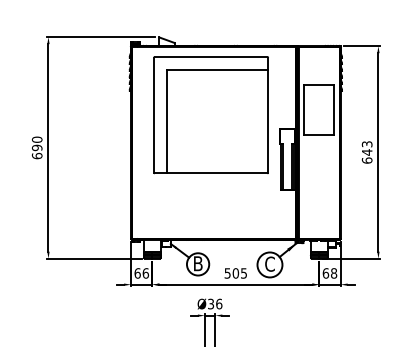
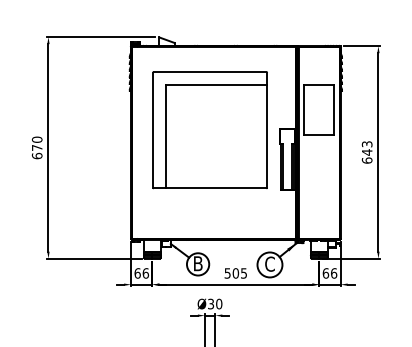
part at (210, 115) position: (210, 115) -> (209, 130)
text at (36, 147): 690 -> 670
text at (334, 273): 68 -> 66
text at (219, 303): Ø36 -> Ø30
